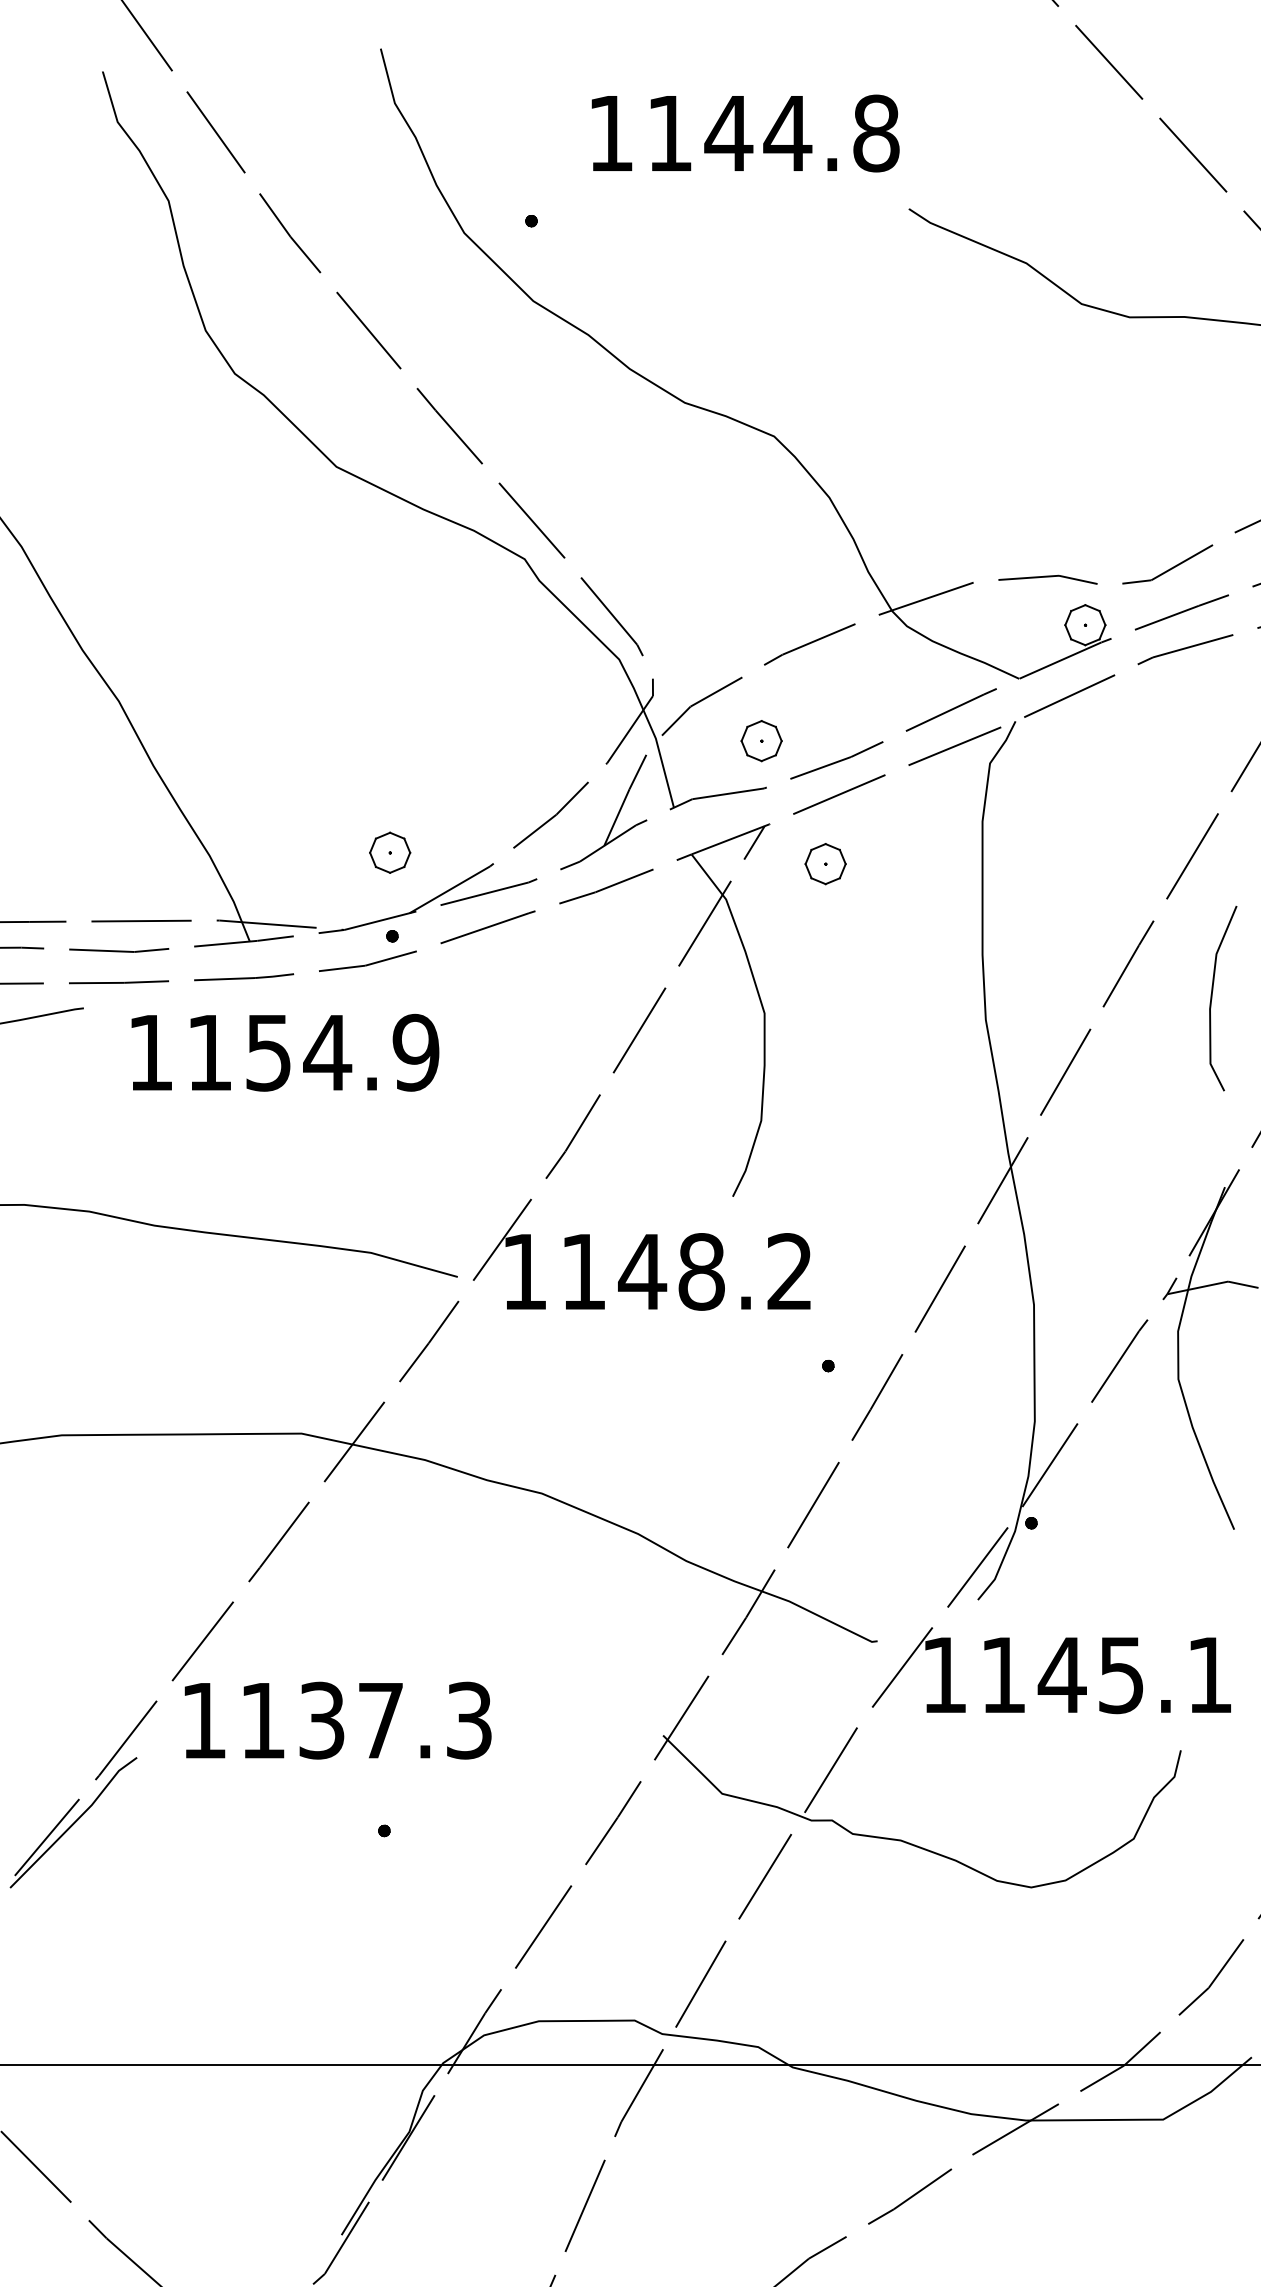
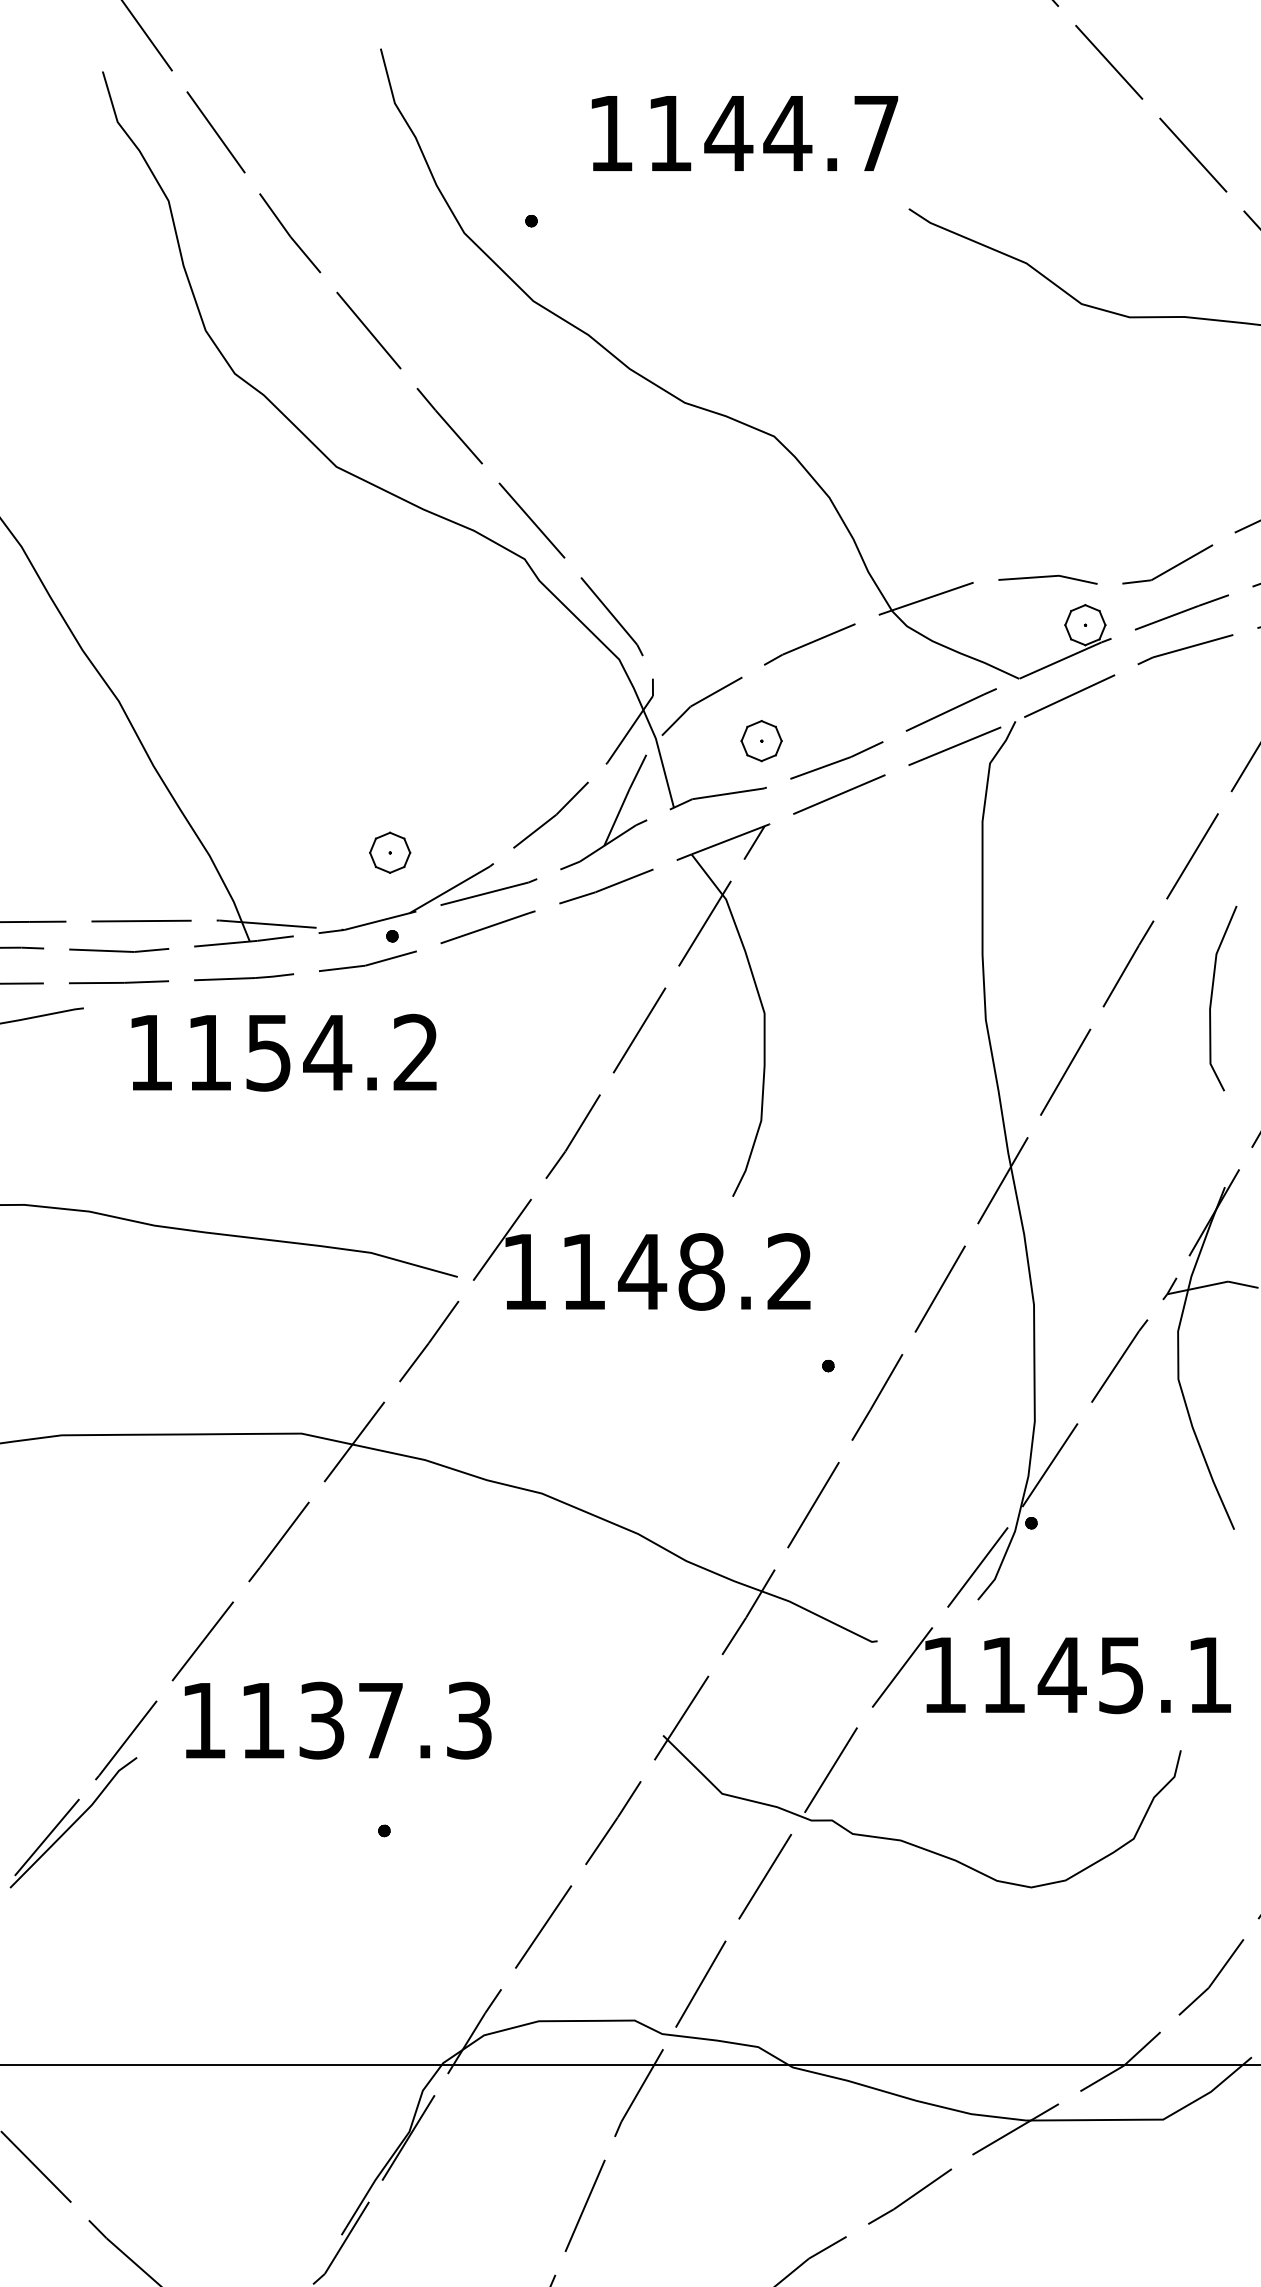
text at (876, 133): 1144.8 -> 1144.7
part at (825, 864): present -> none
text at (415, 1052): 1154.9 -> 1154.2
